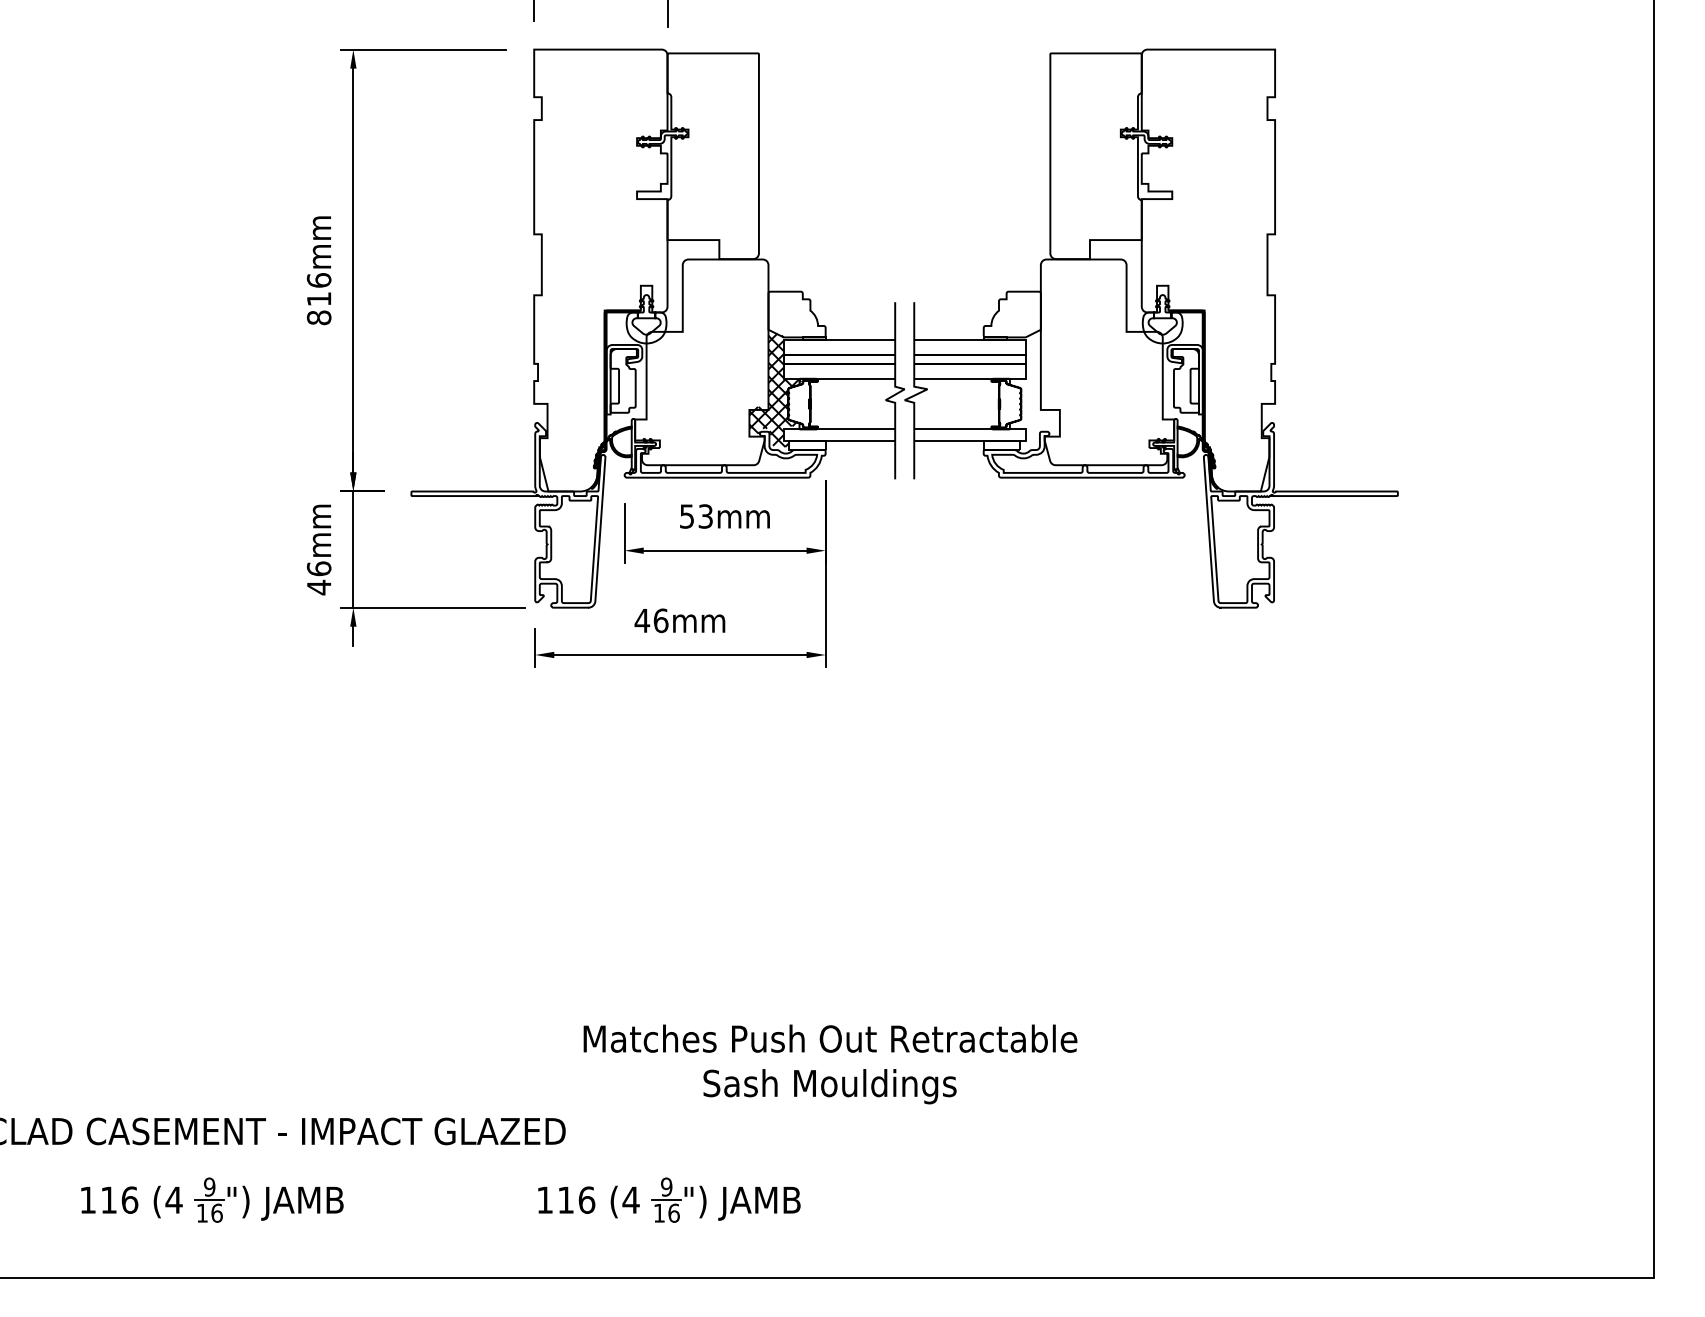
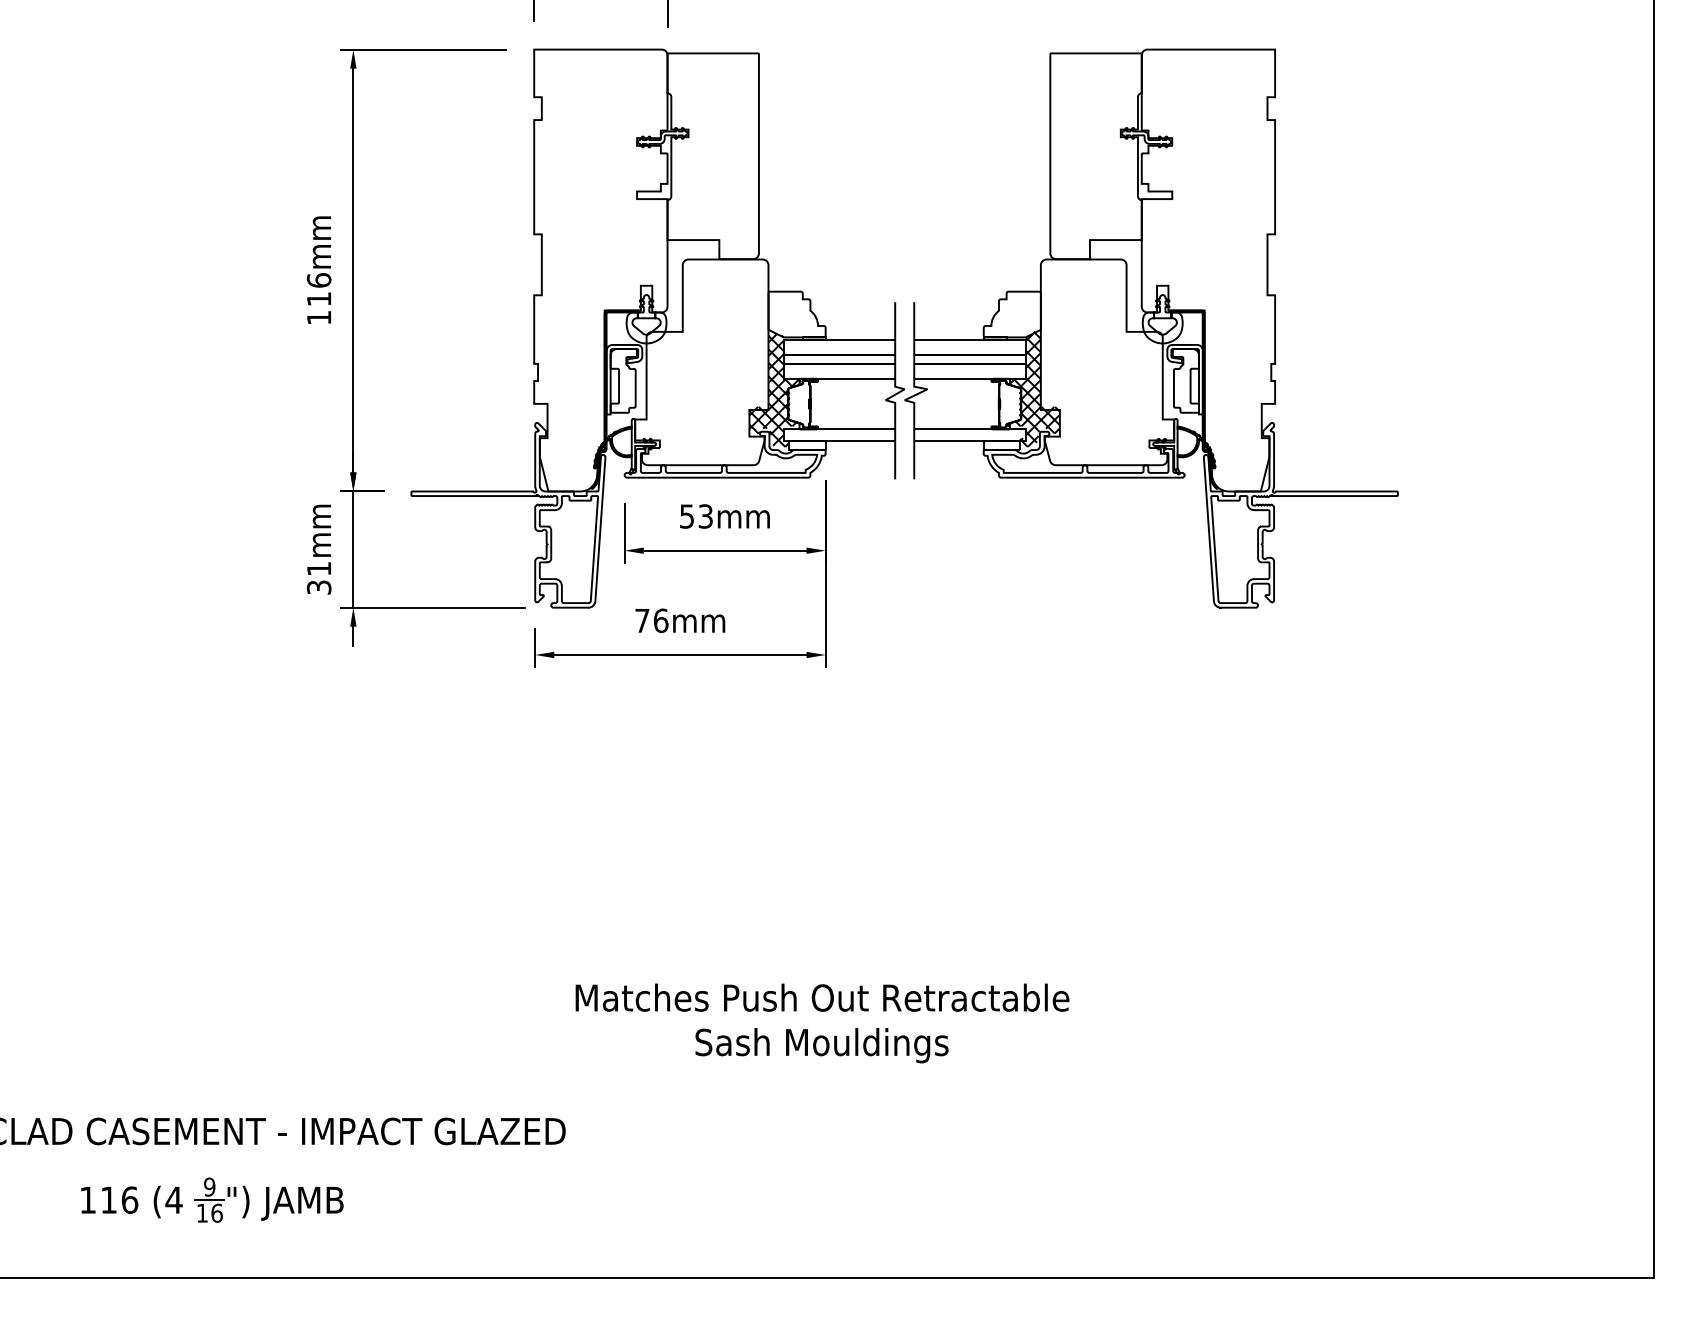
text at (318, 317): 816mm -> 116mm
hatch at (1032, 388): none -> present
text at (318, 578): 46mm -> 31mm
text at (642, 620): 46mm -> 76mm
text at (830, 1064) position: (830, 1064) -> (822, 1023)
part at (669, 1199): present -> none
